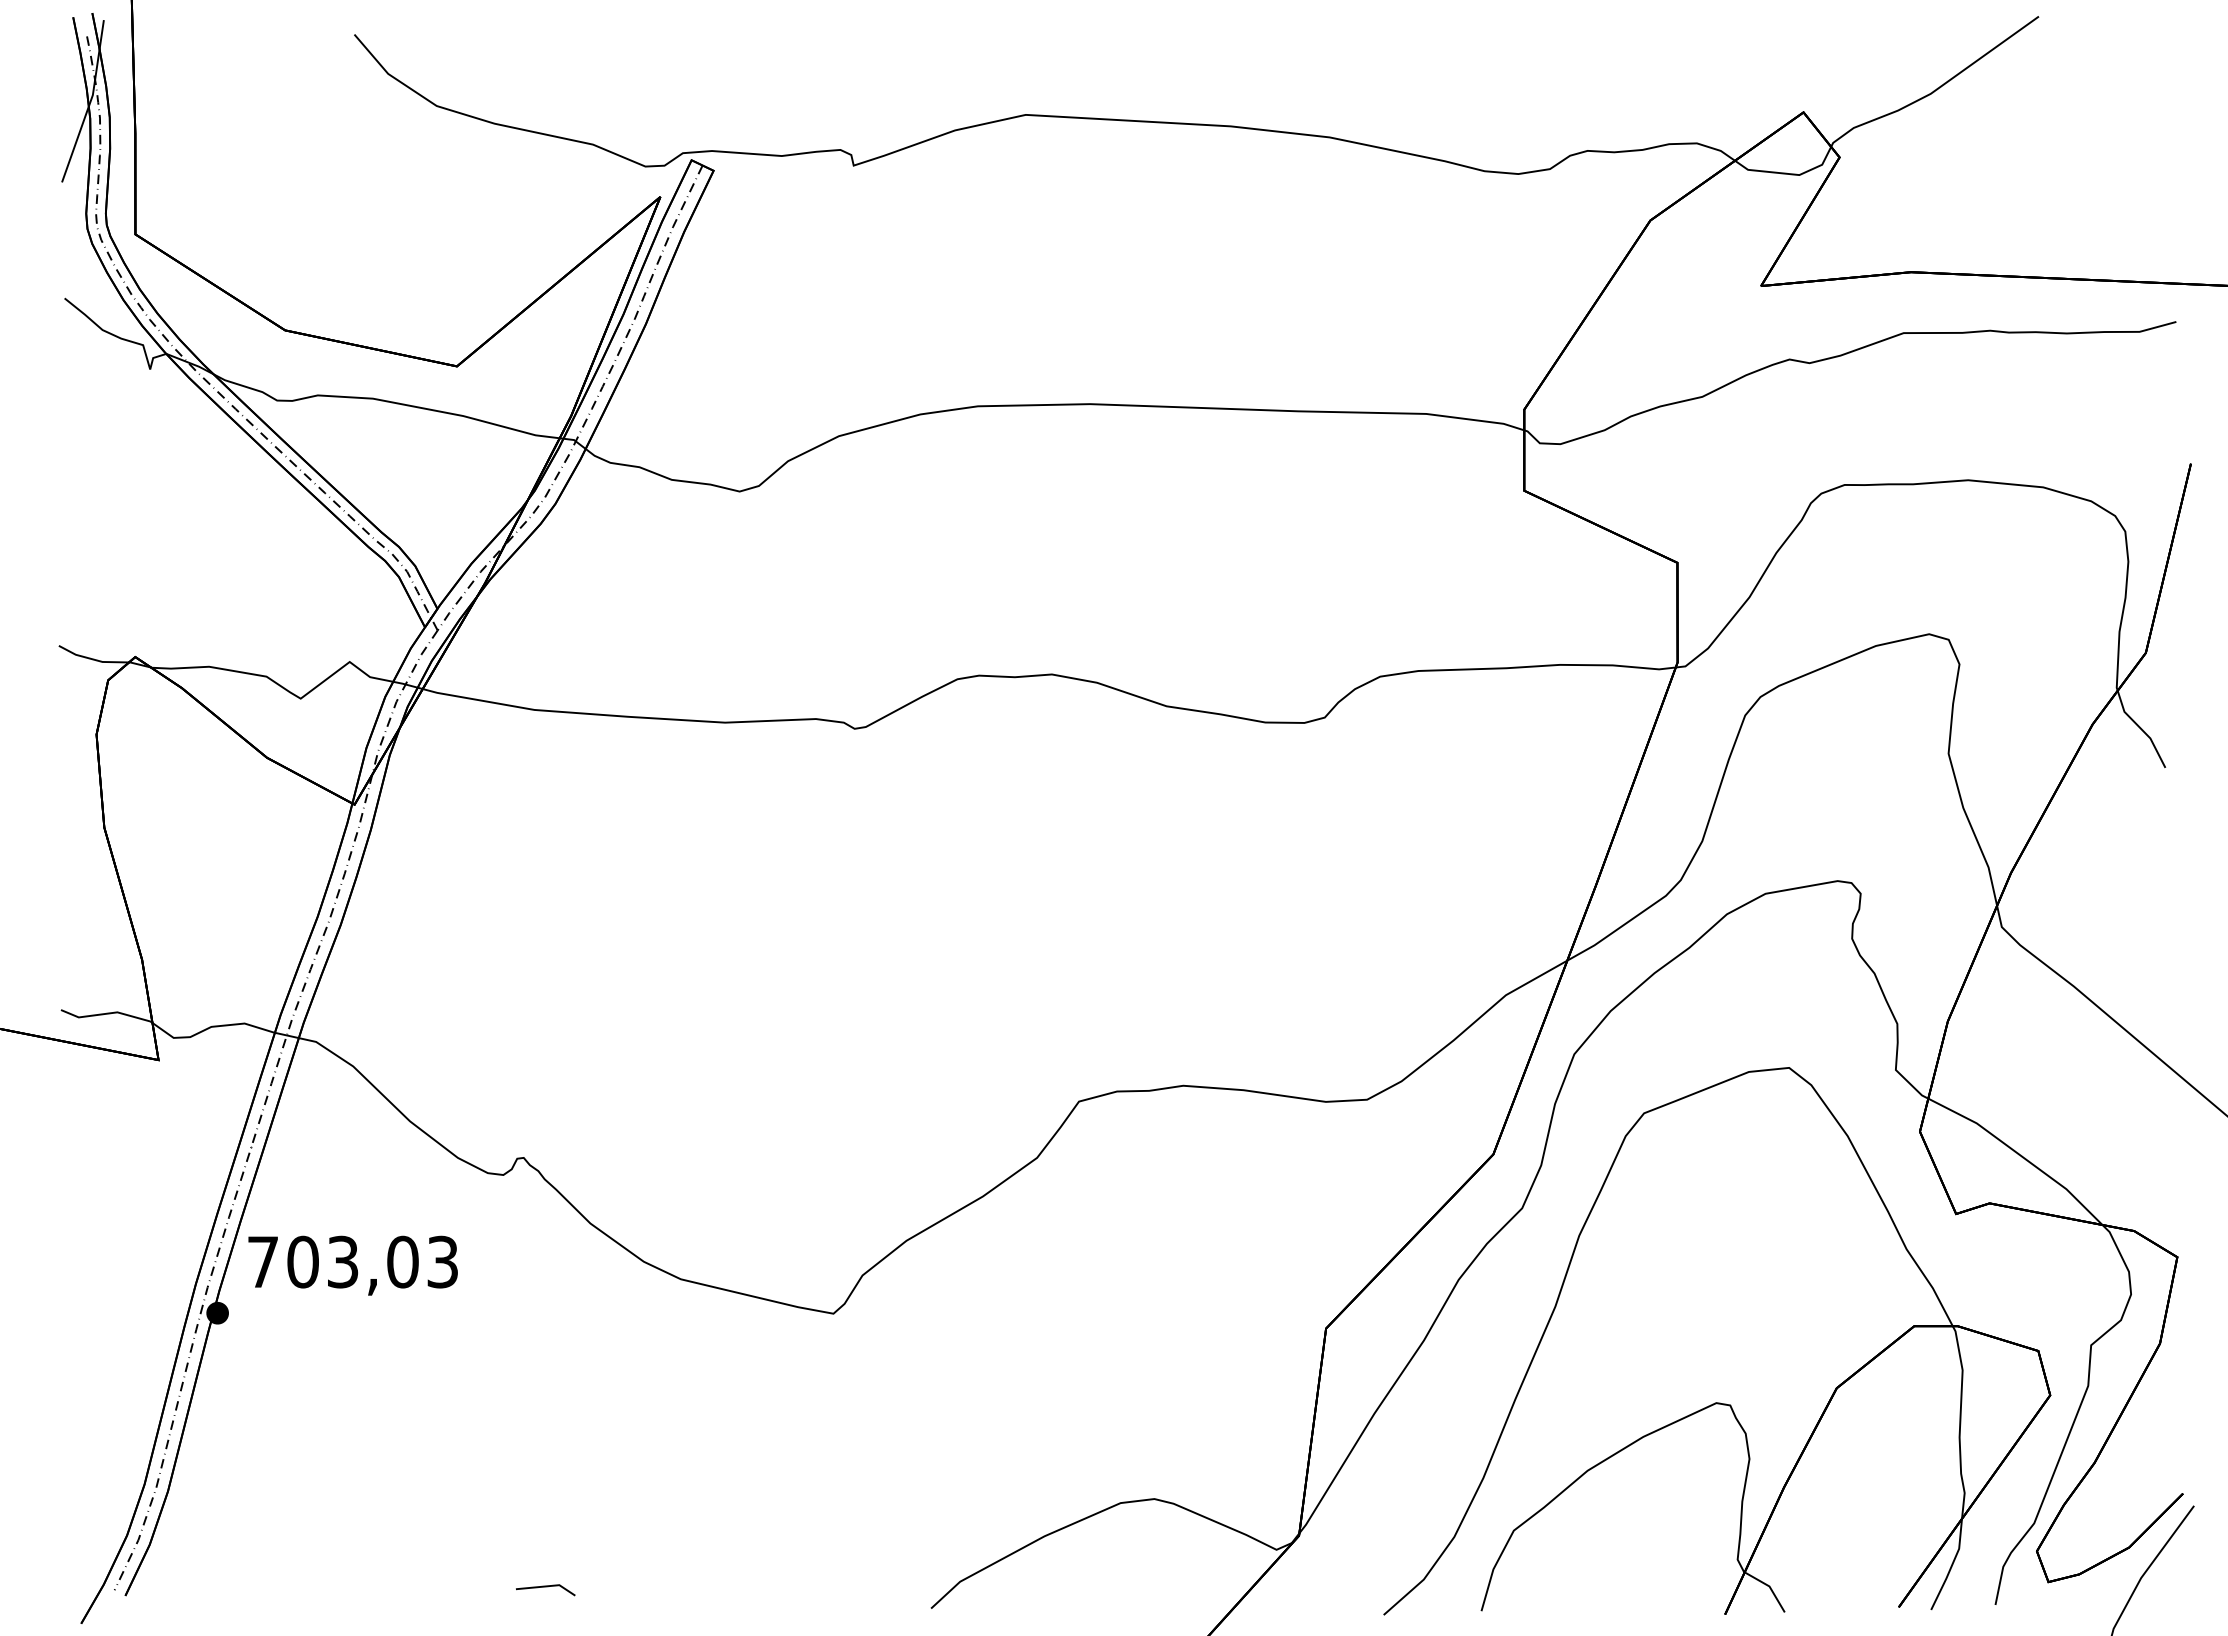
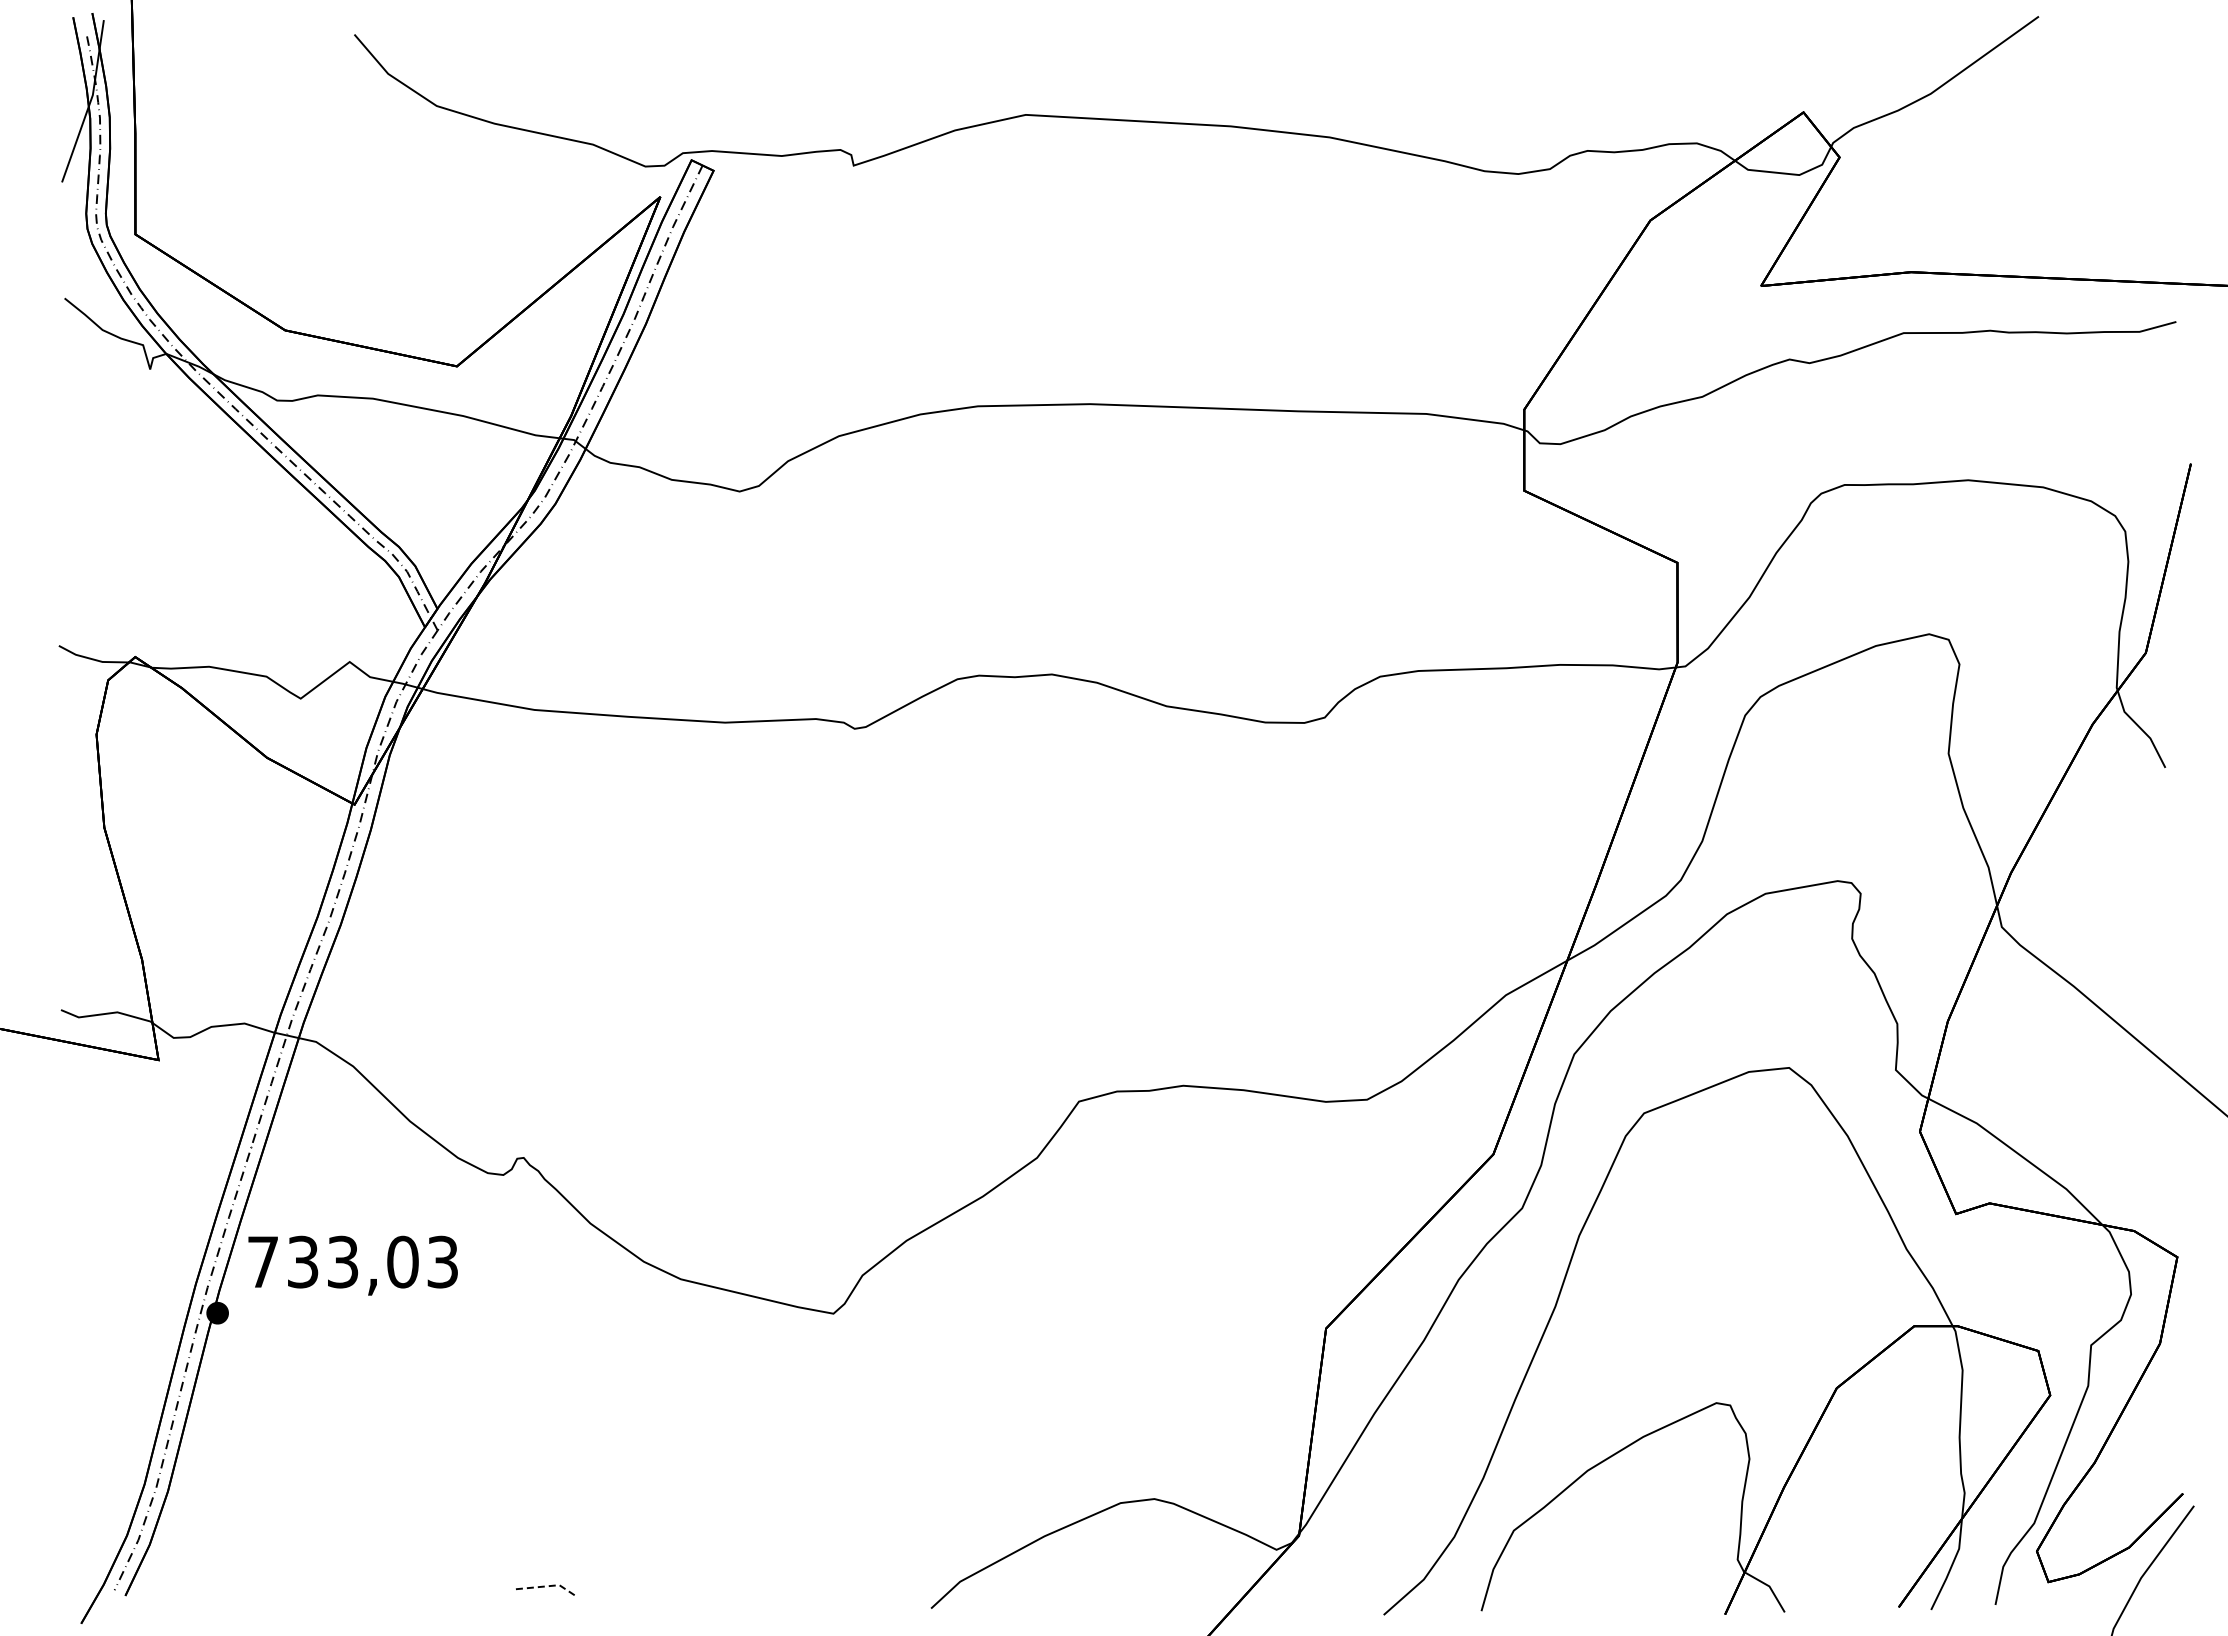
text at (302, 1261): 703,03 -> 733,03
line at (548, 1586): solid -> dashed
